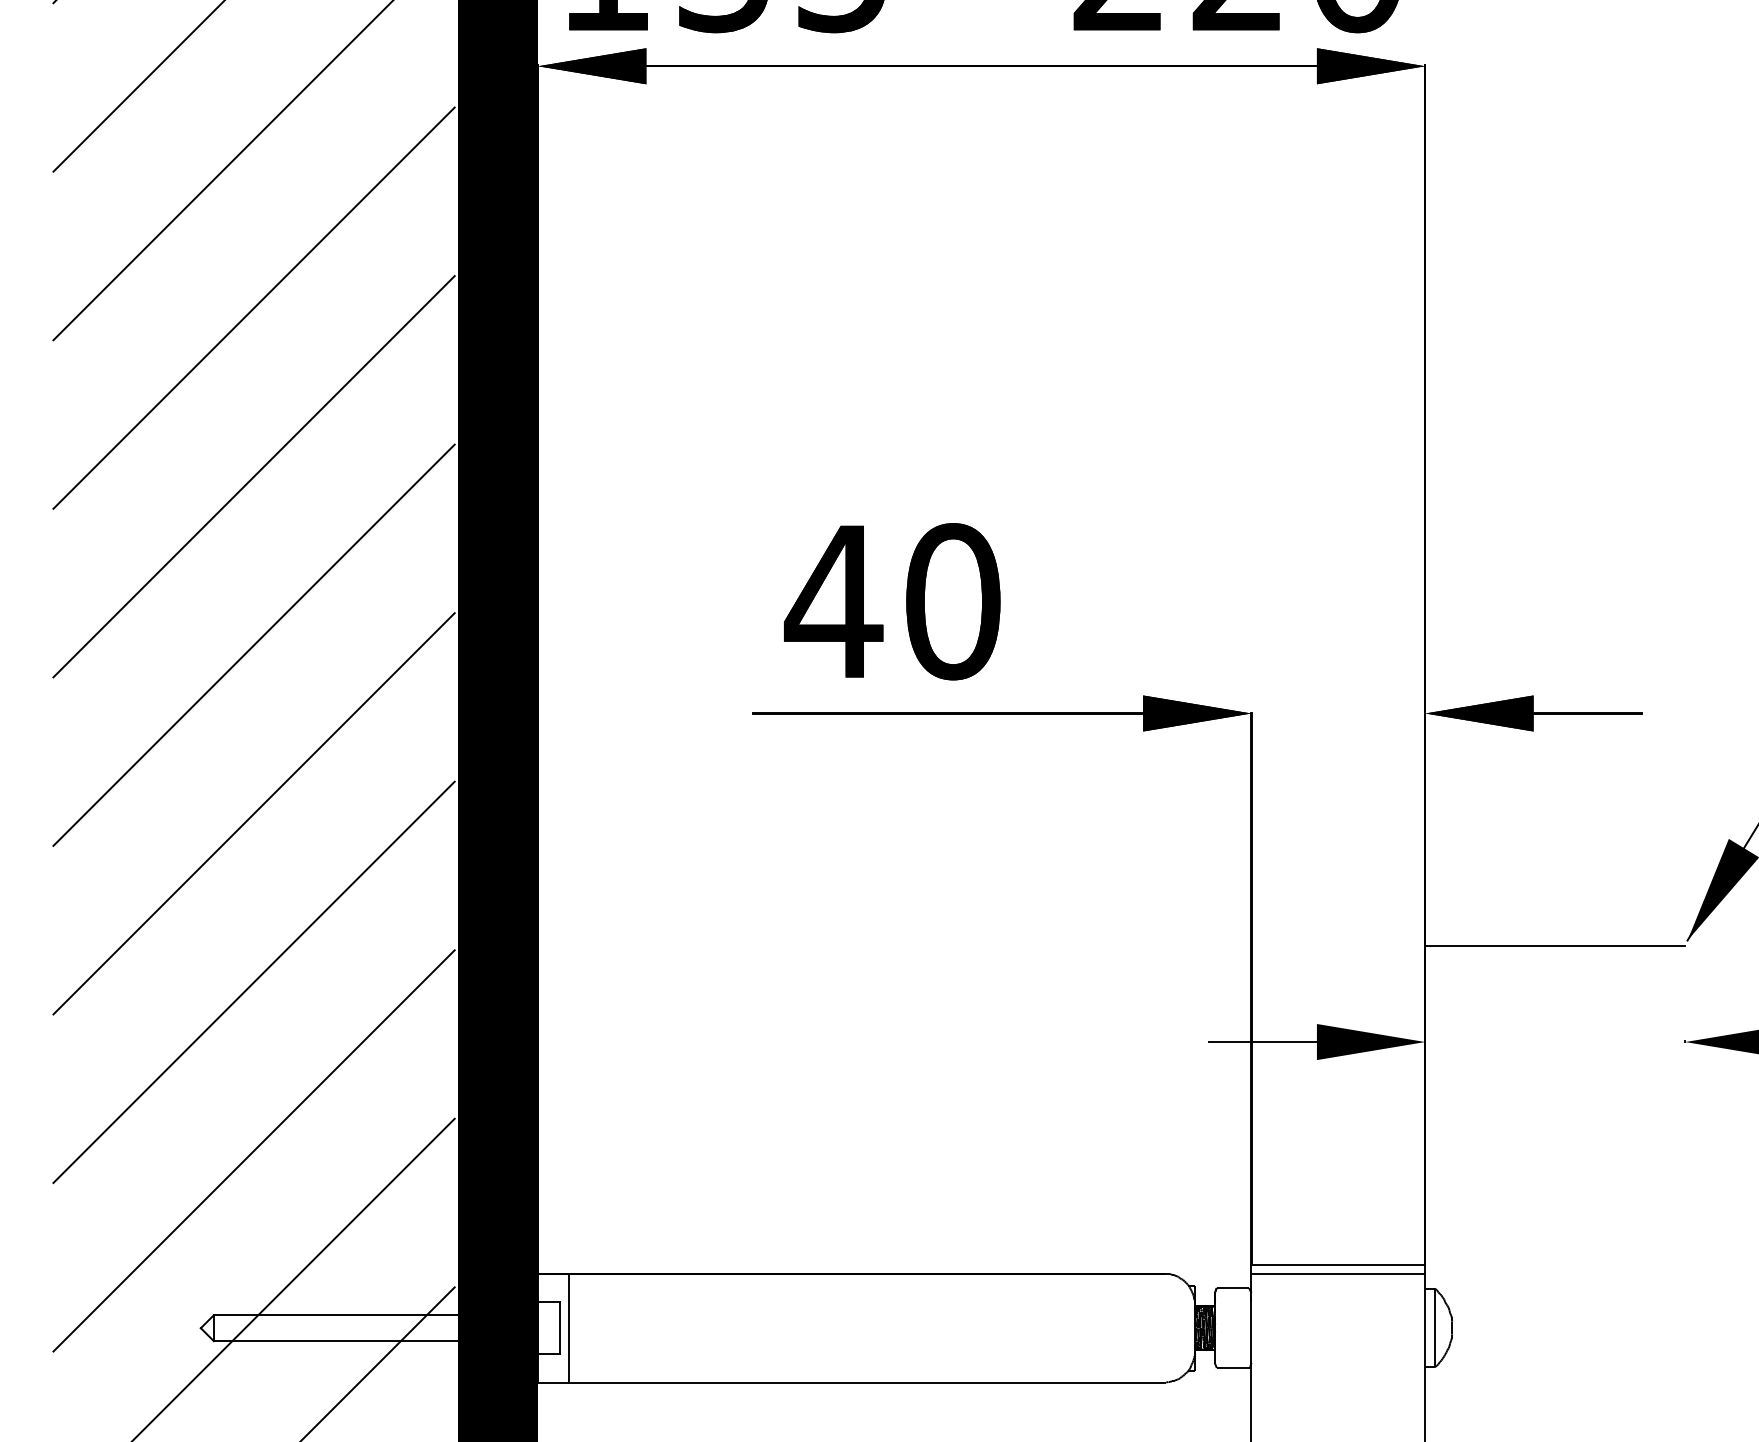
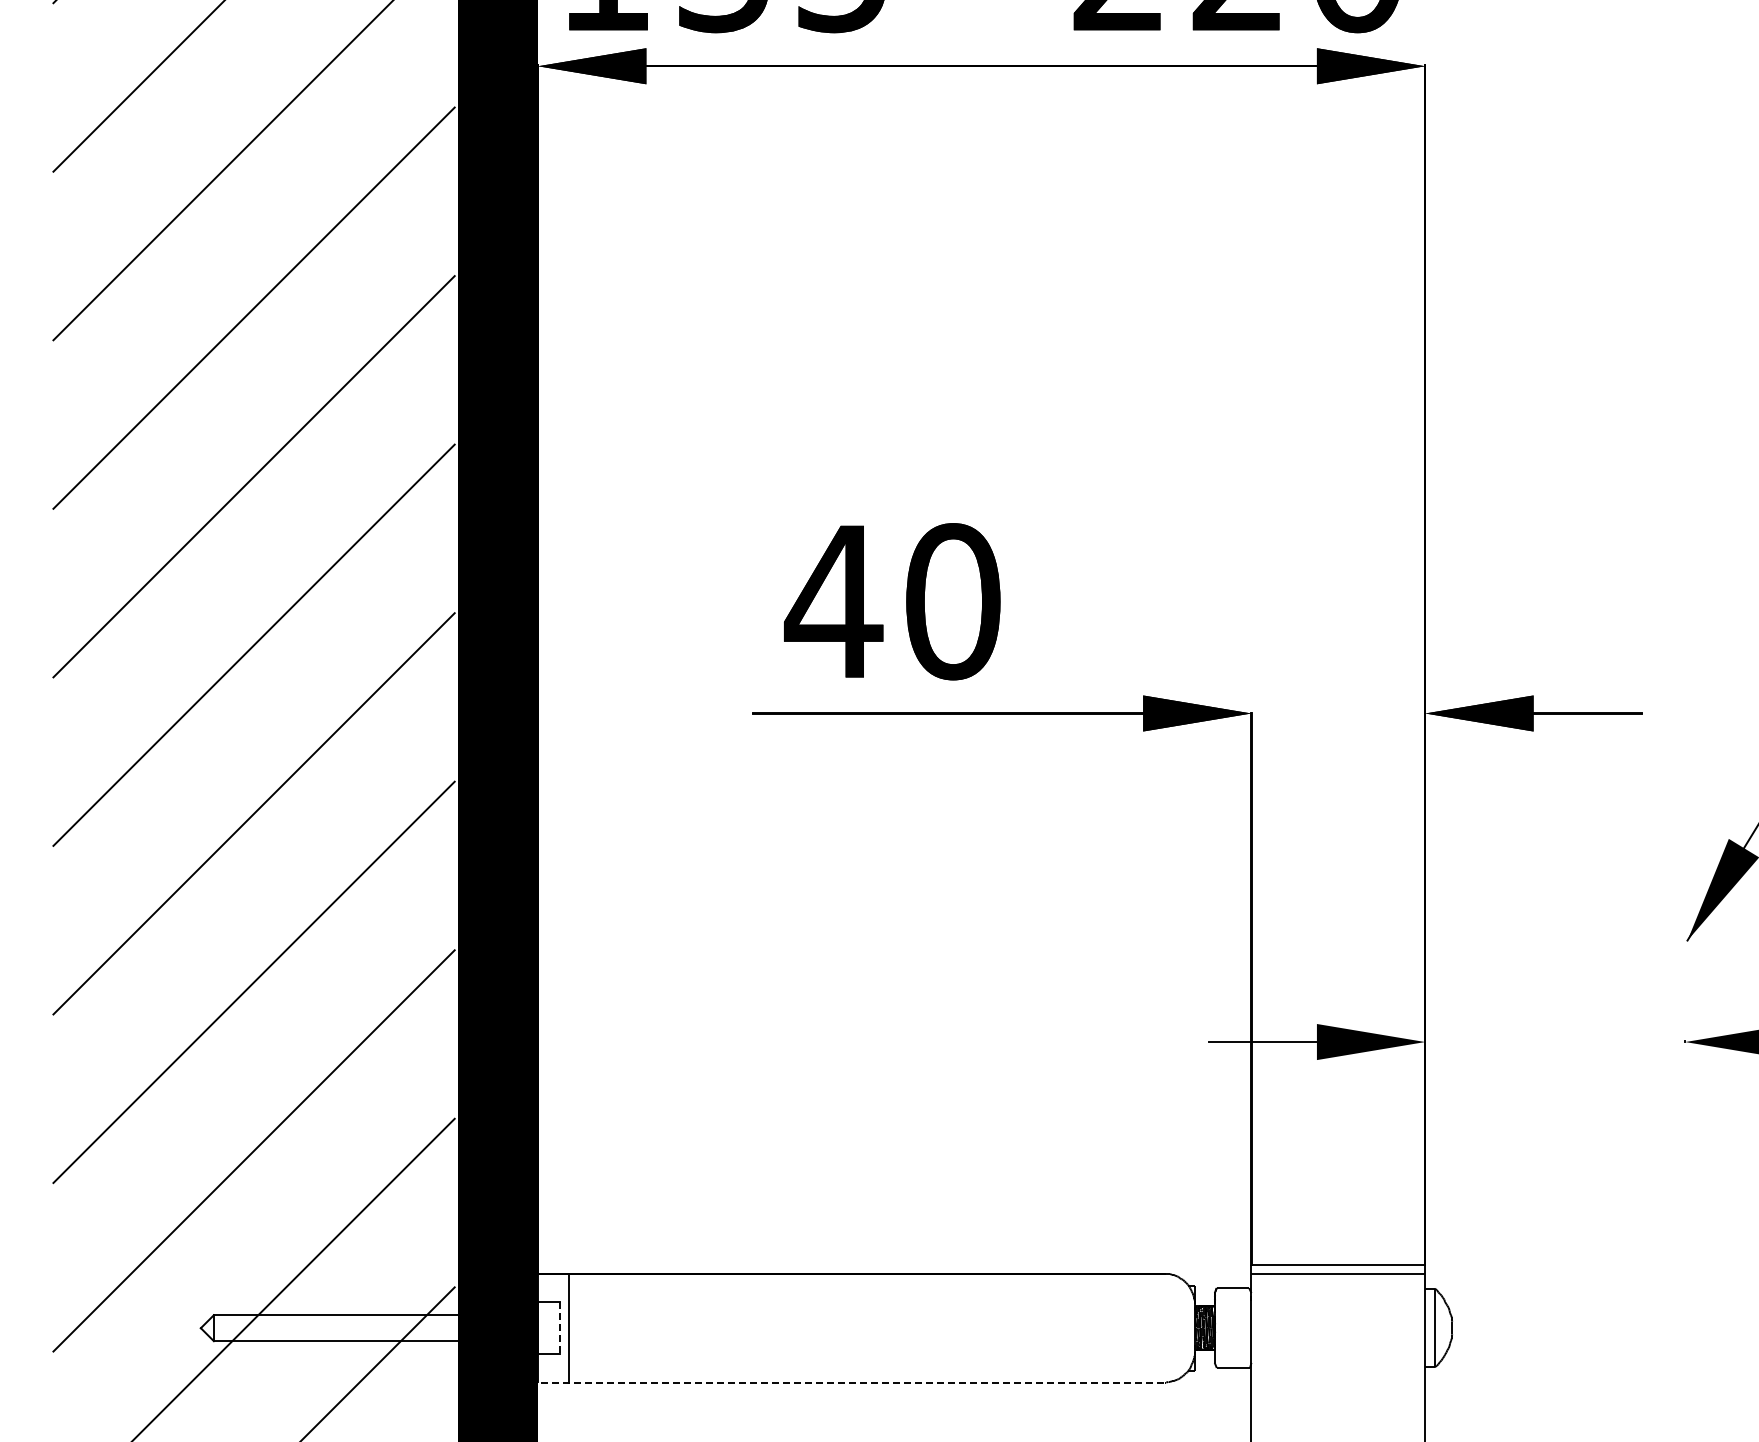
line at (1555, 946): present -> none
line at (559, 1328): solid -> dashed
line at (850, 1382): solid -> dashed
